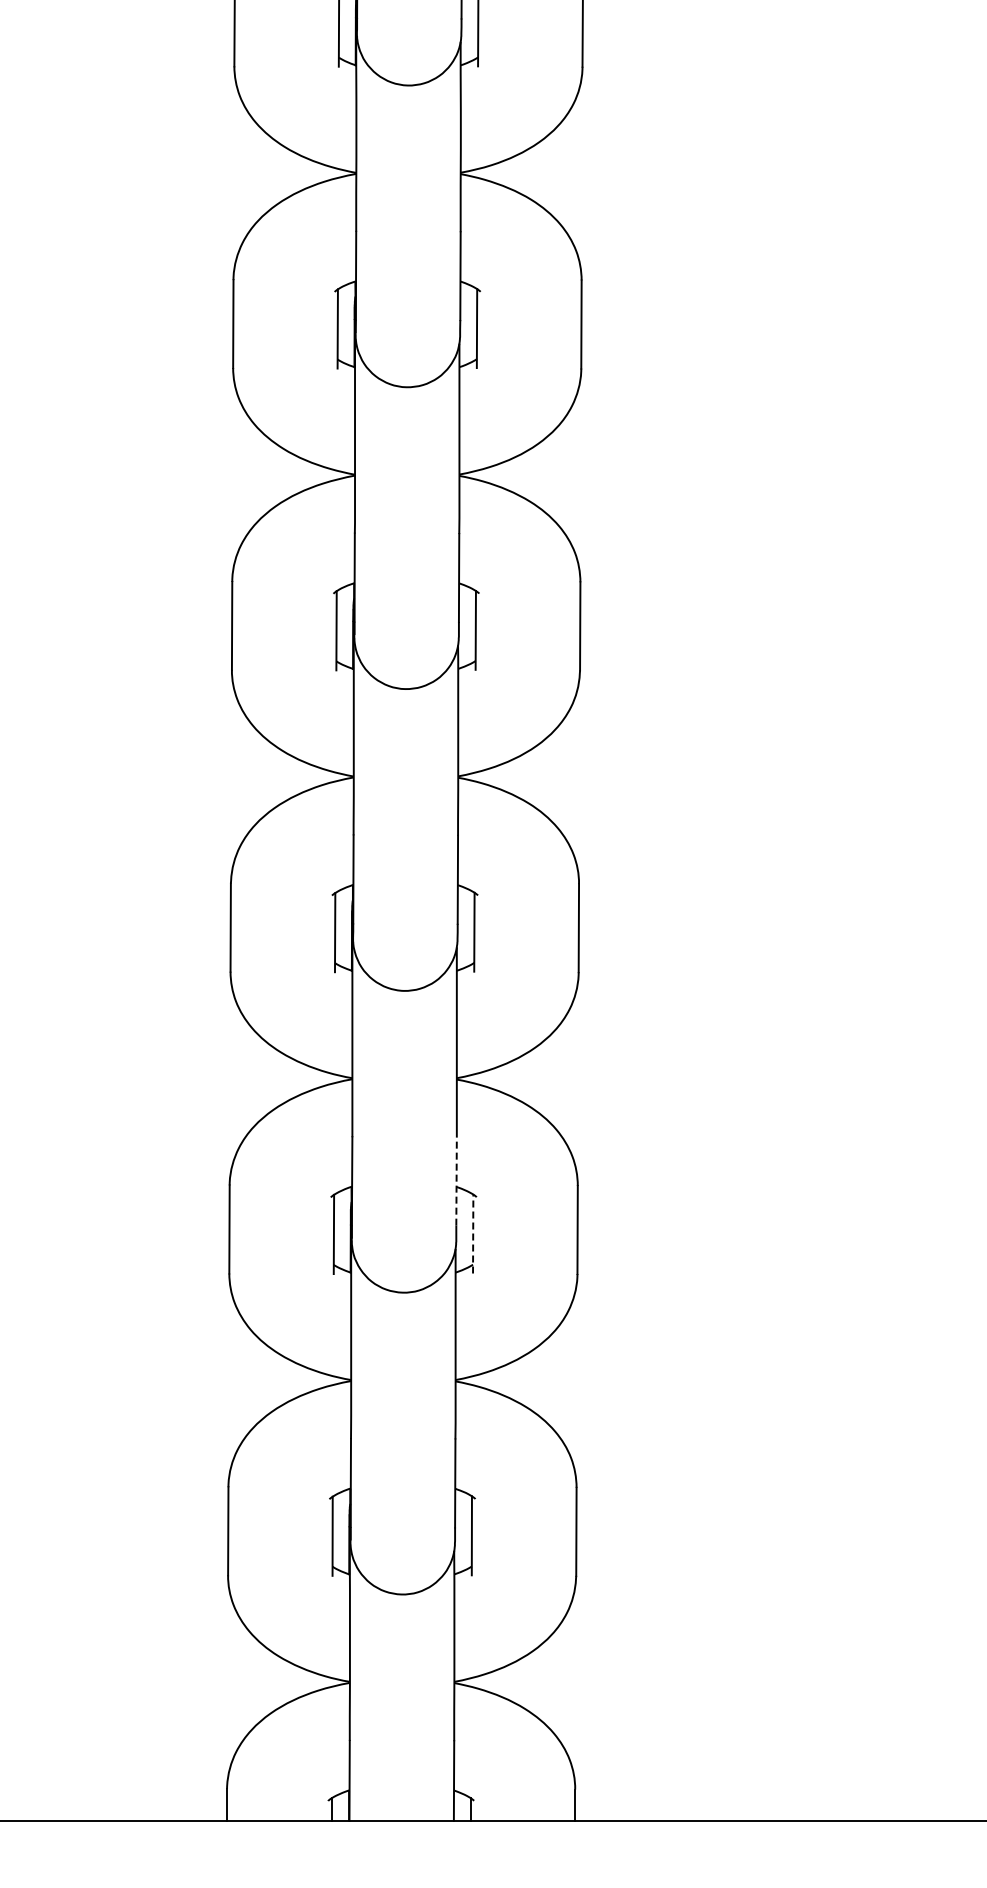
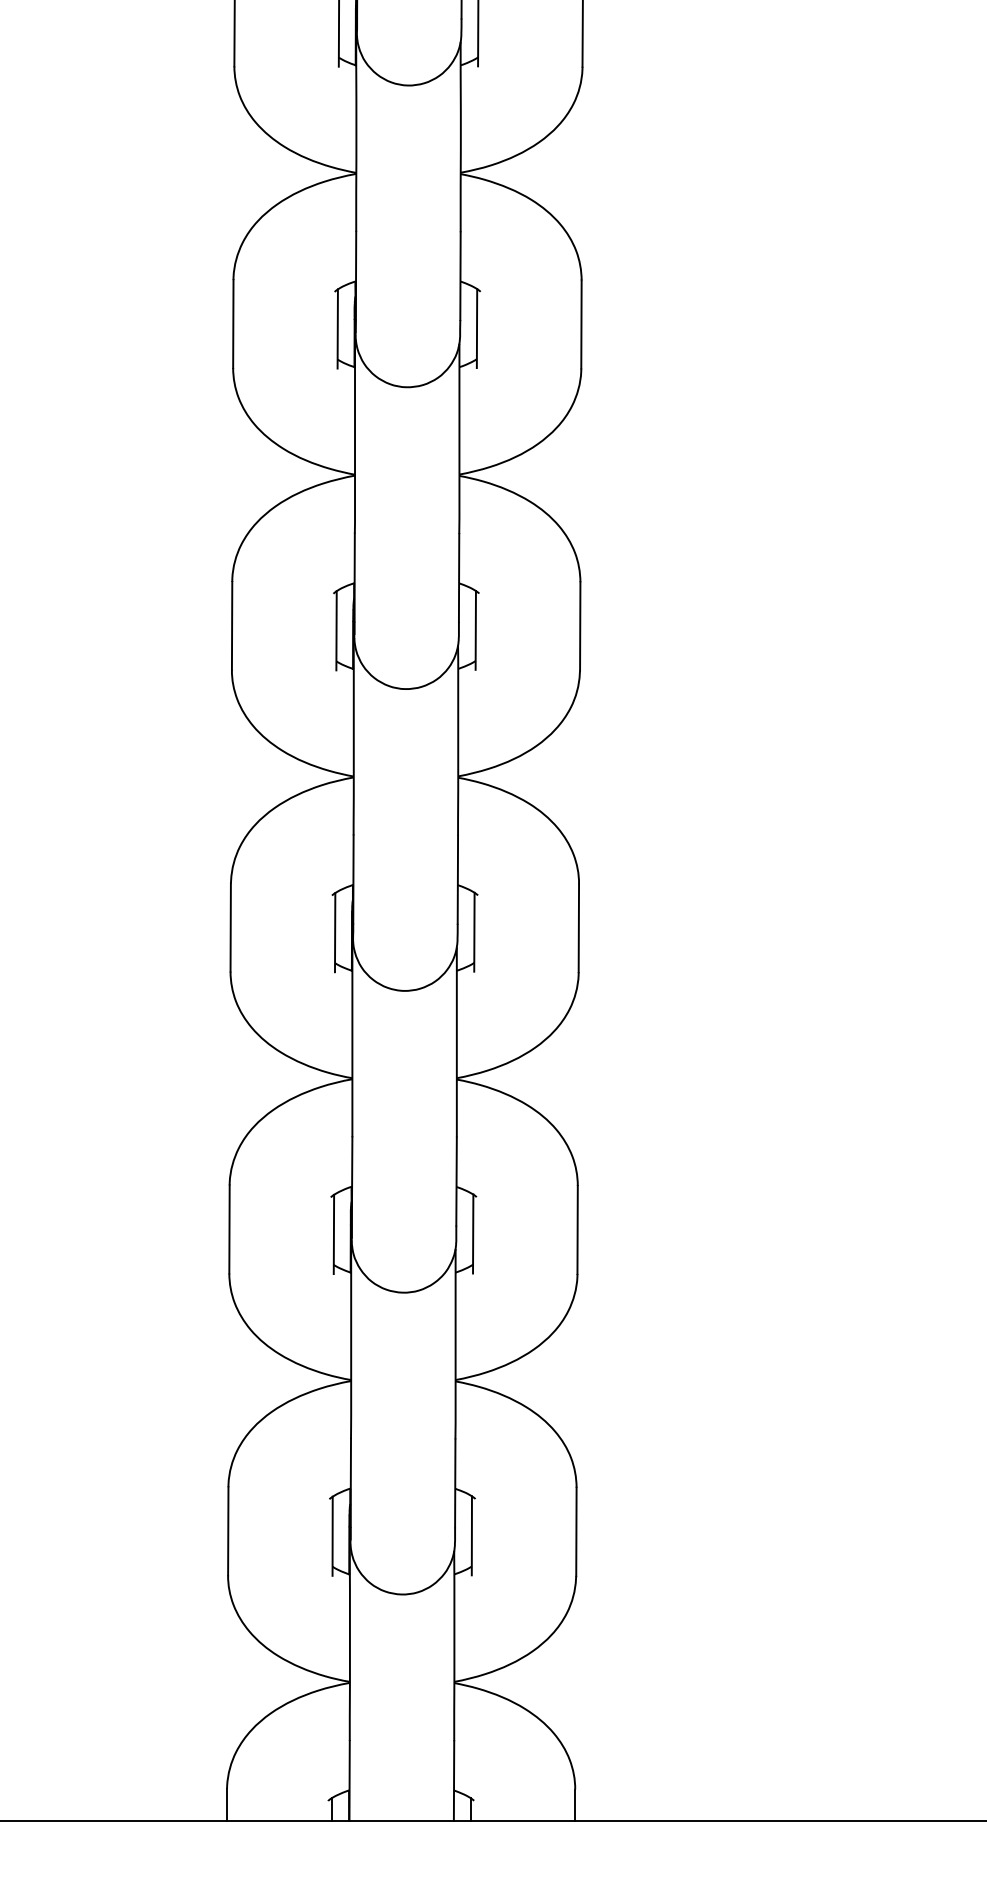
line at (456, 1181): dashed -> solid
line at (473, 1234): dashed -> solid
